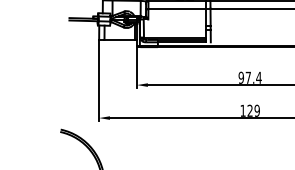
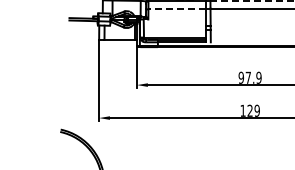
line at (253, 1): solid -> dashed
line at (177, 9): solid -> dashed
text at (258, 77): 97.4 -> 97.9
